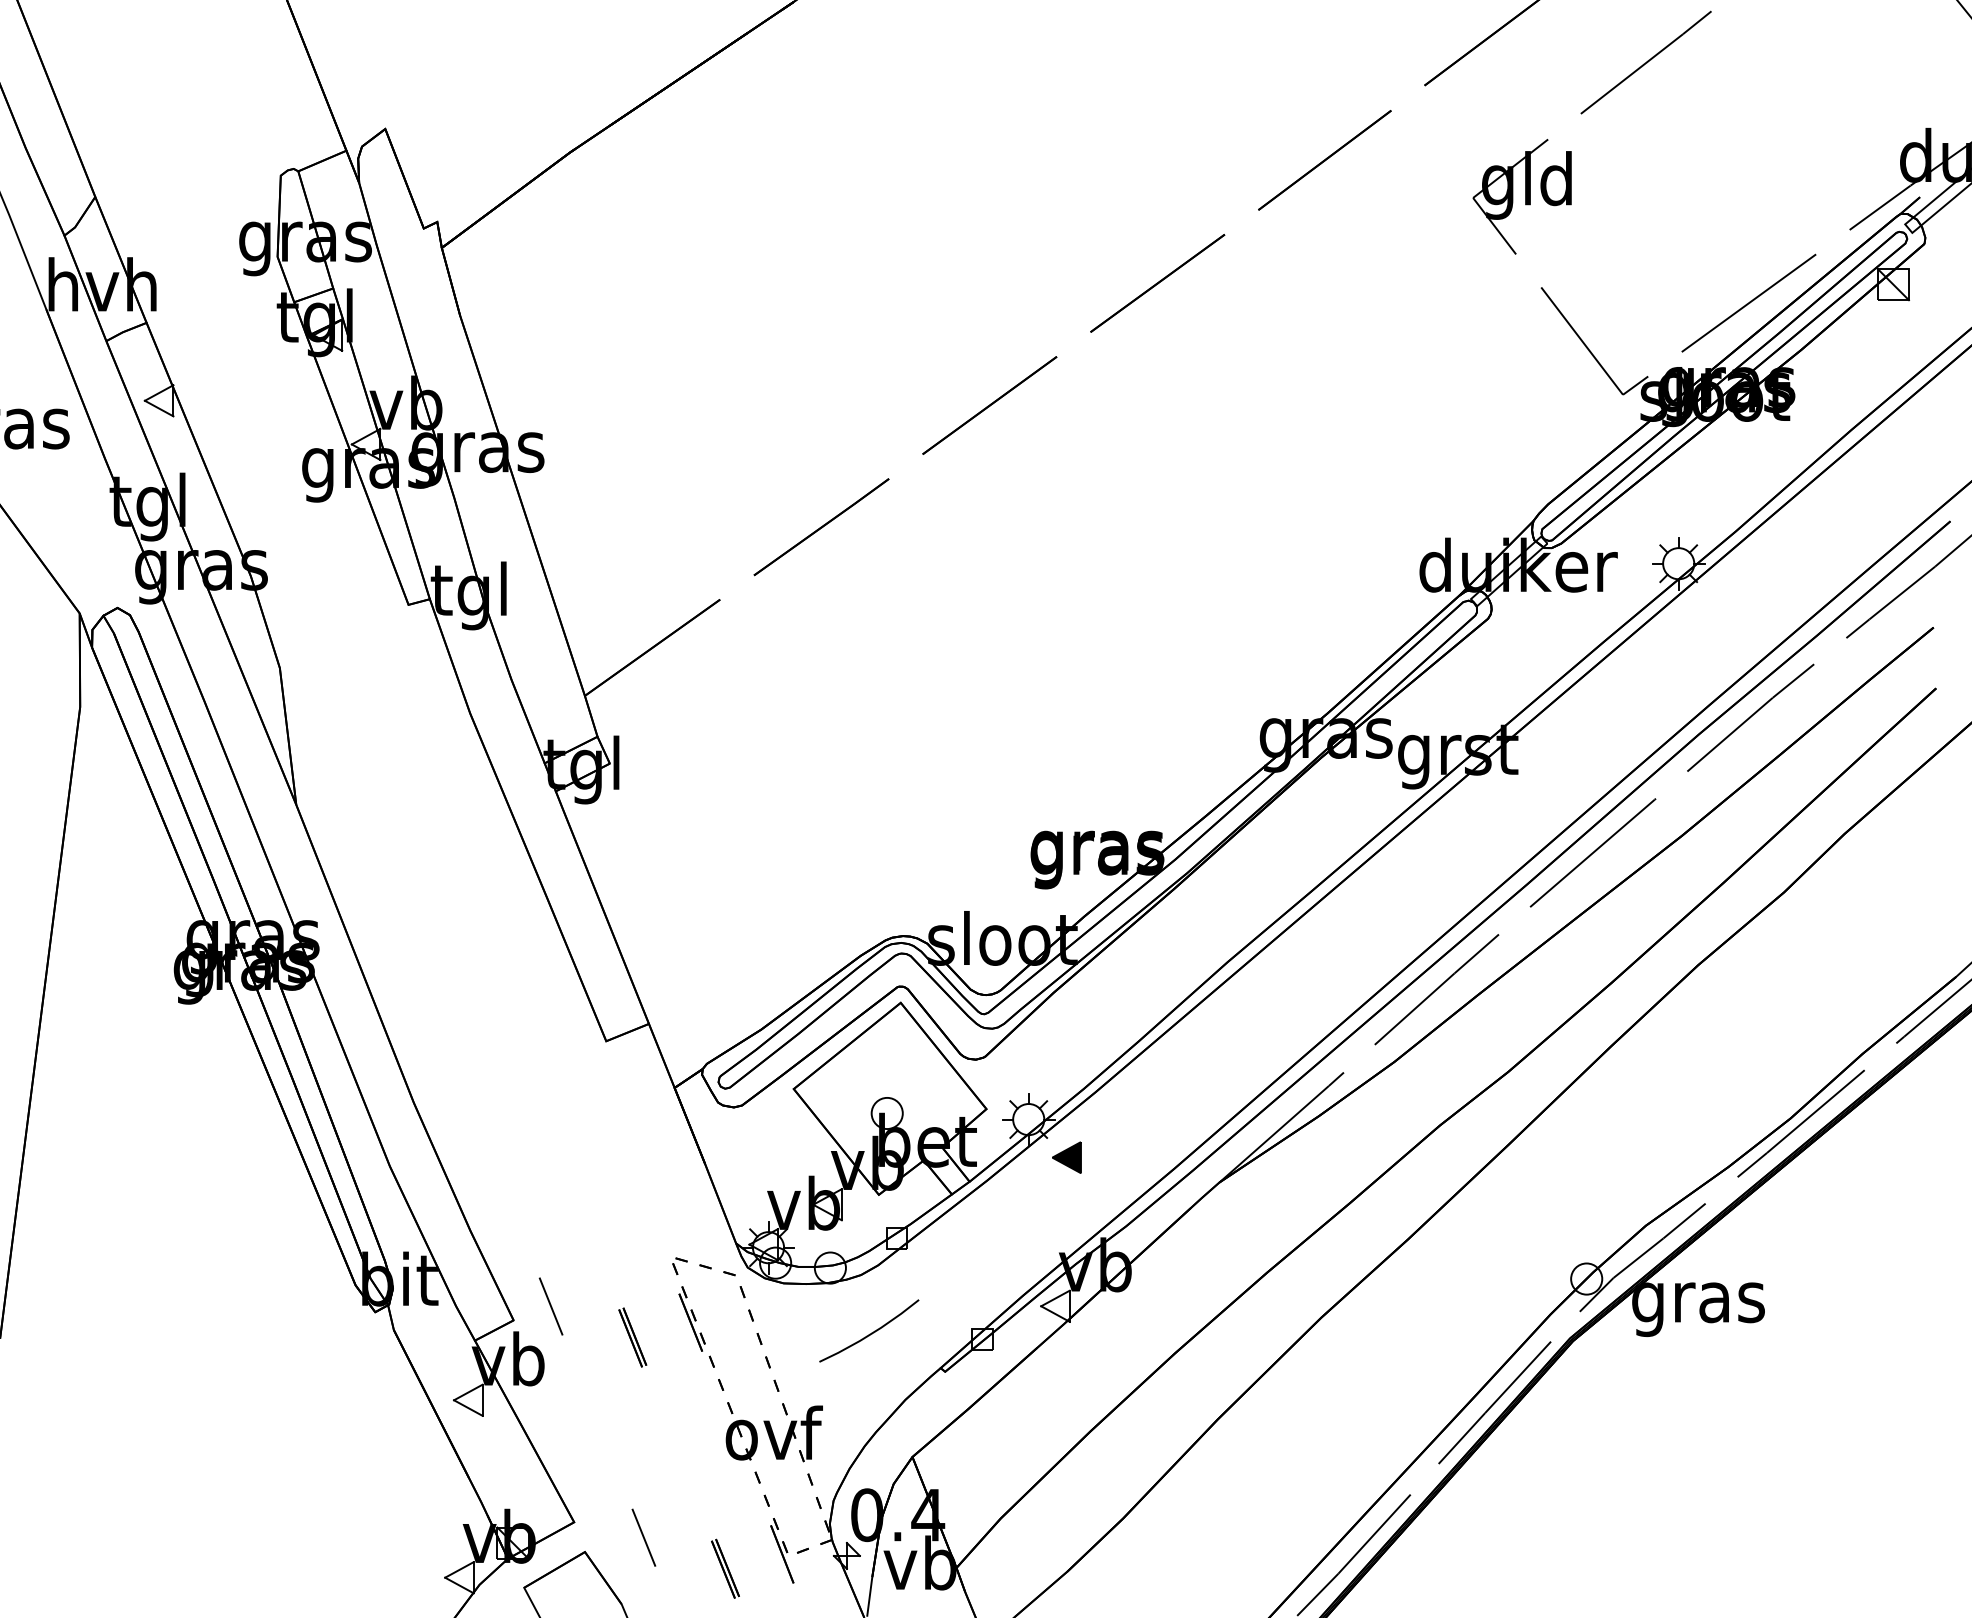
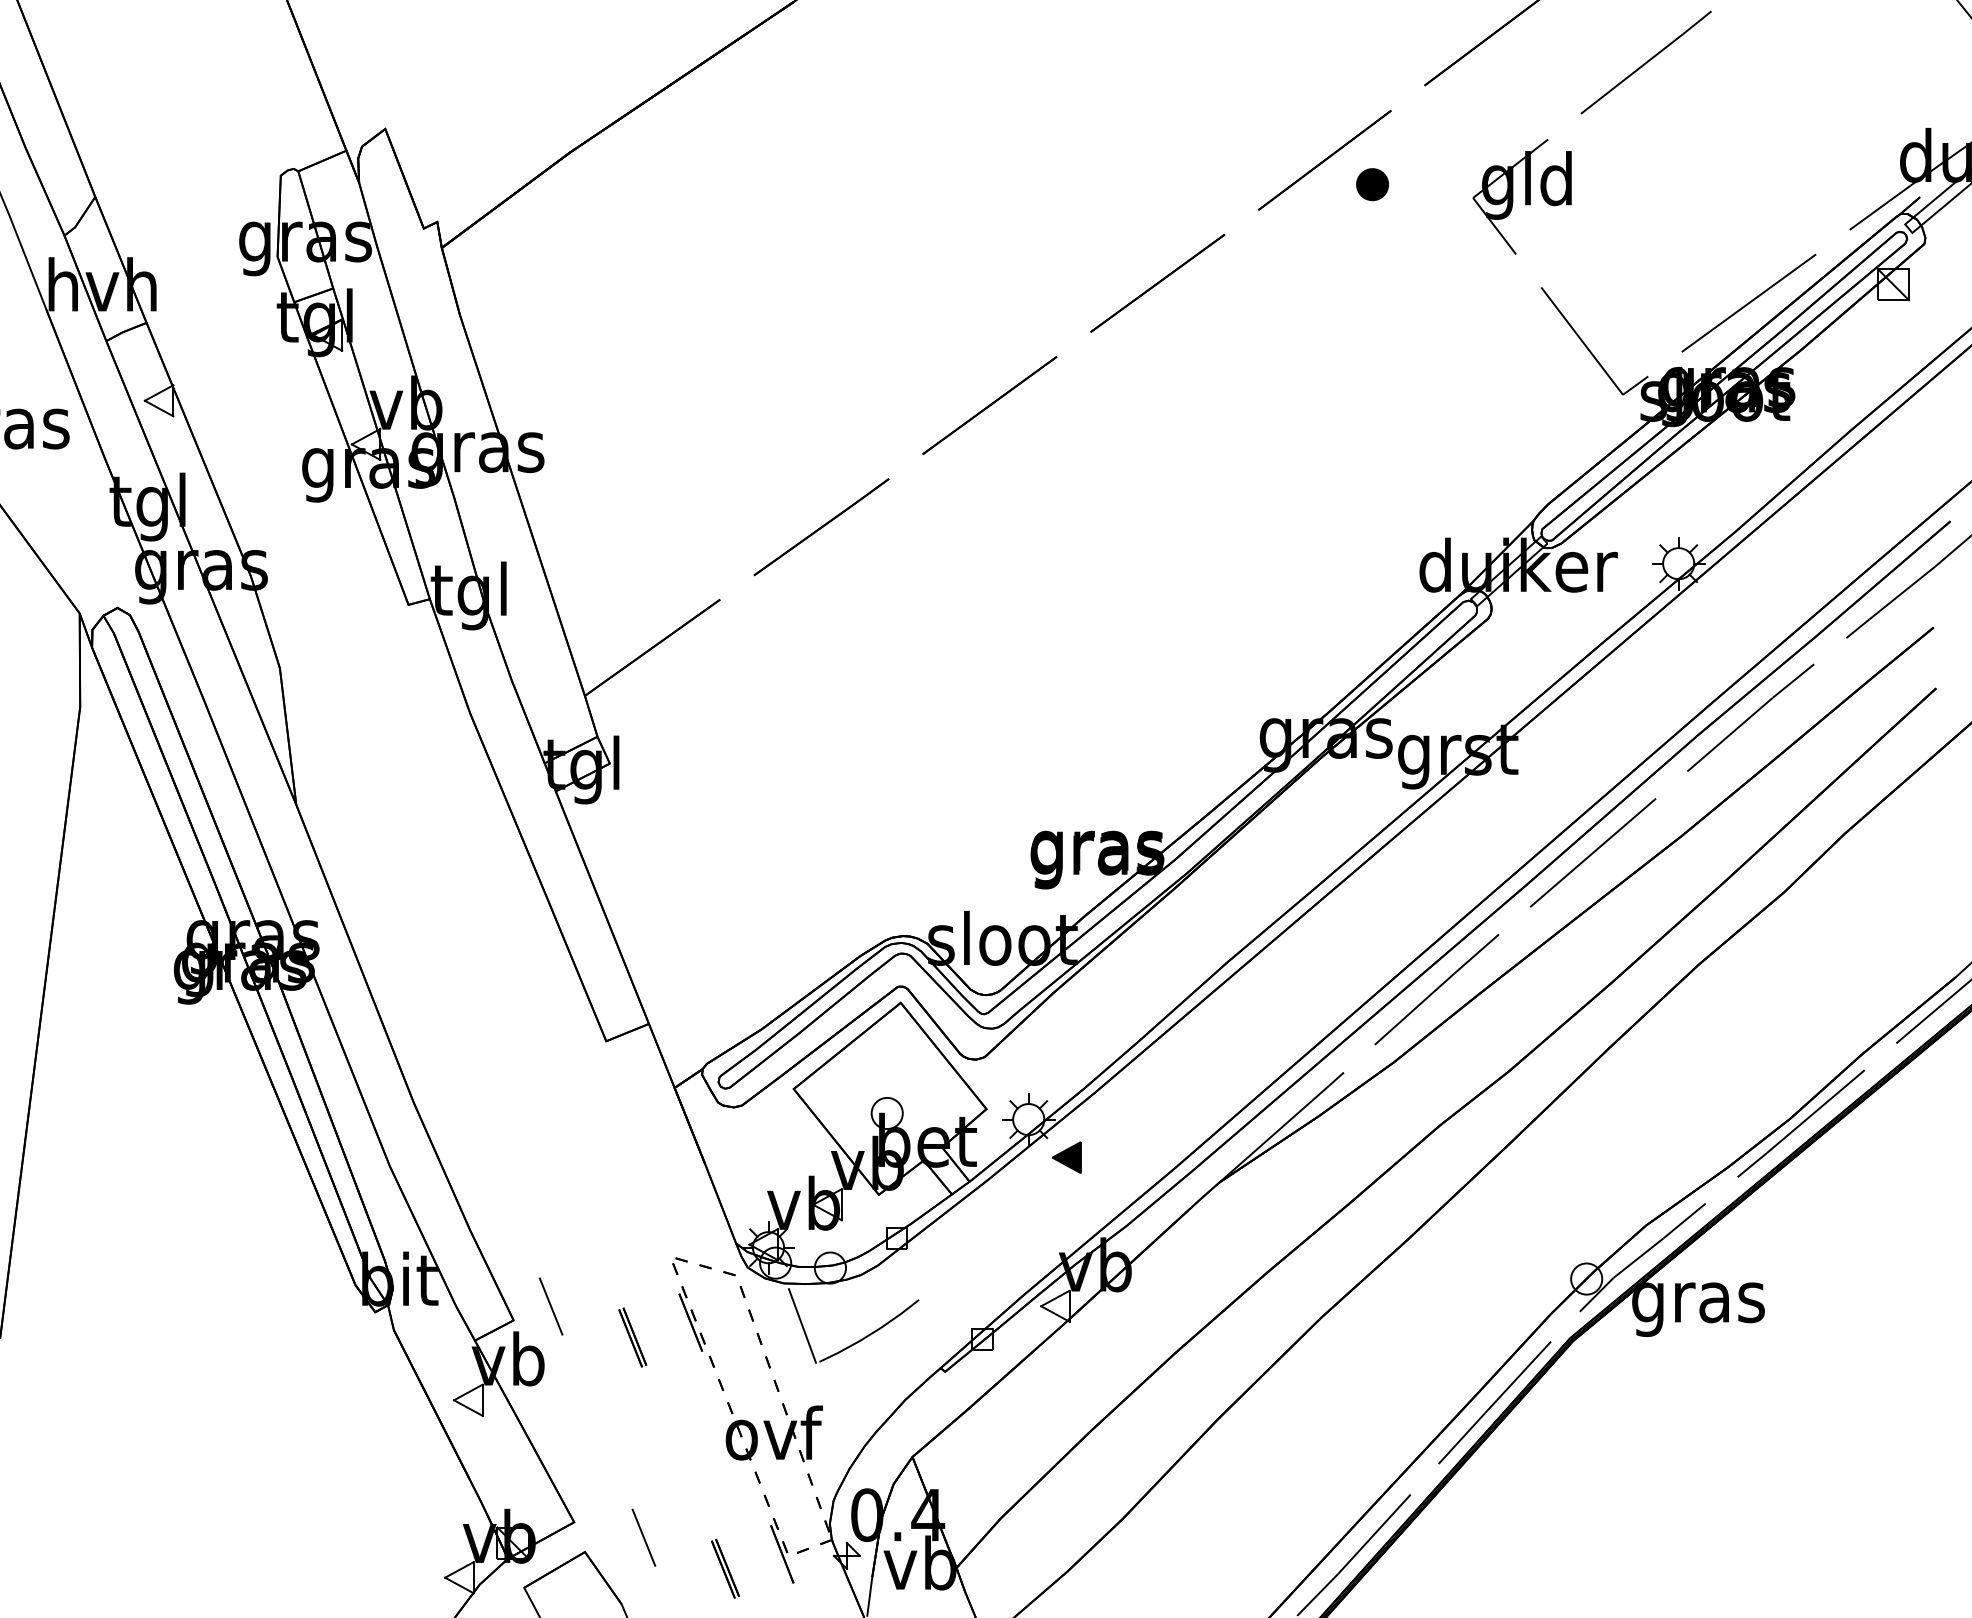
part at (1372, 184): none -> present
line at (802, 1325): none -> present
